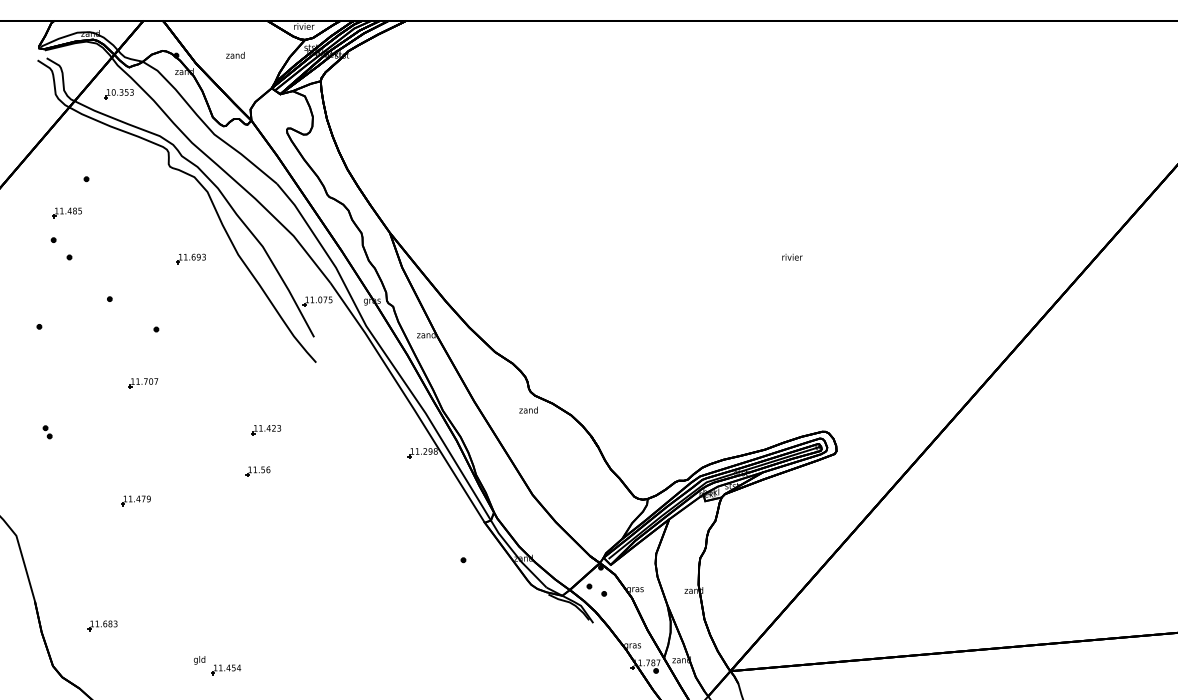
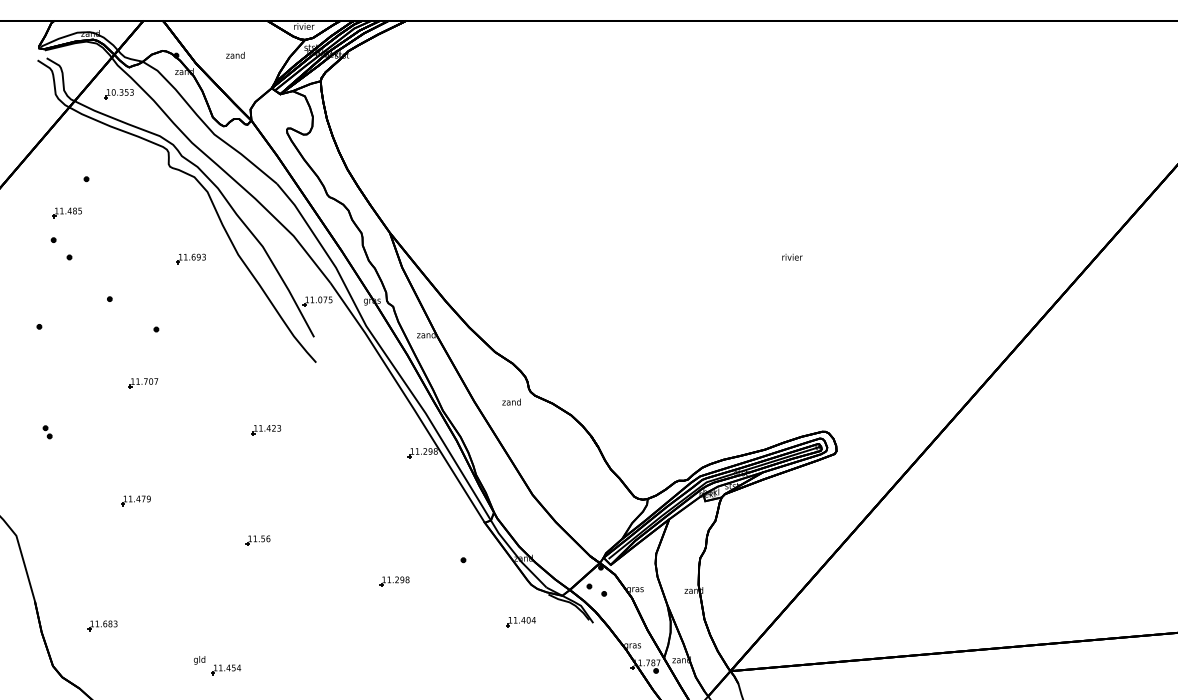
text at (528, 409) position: (528, 409) -> (511, 401)
part at (257, 471) position: (257, 471) -> (257, 540)
part at (394, 581): none -> present
part at (520, 622): none -> present
